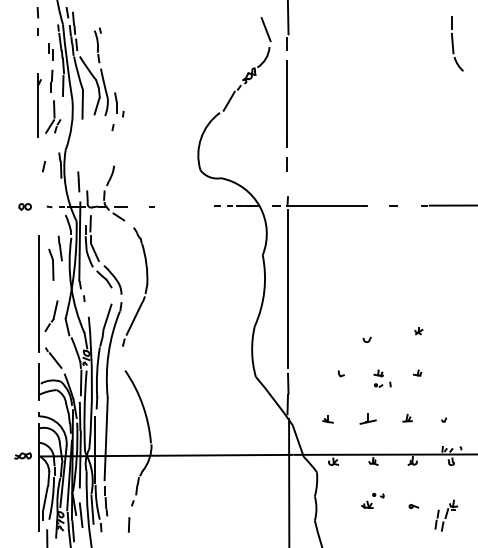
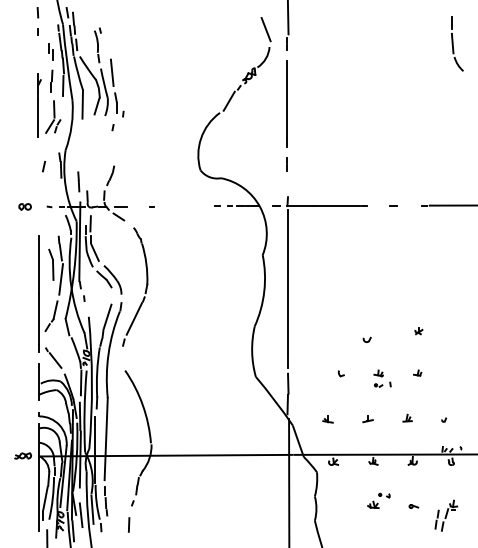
line at (111, 72): none -> present
line at (60, 279): none -> present
part at (367, 418) size: 18x12 px -> 12x9 px
part at (372, 500) position: (372, 500) -> (378, 500)
